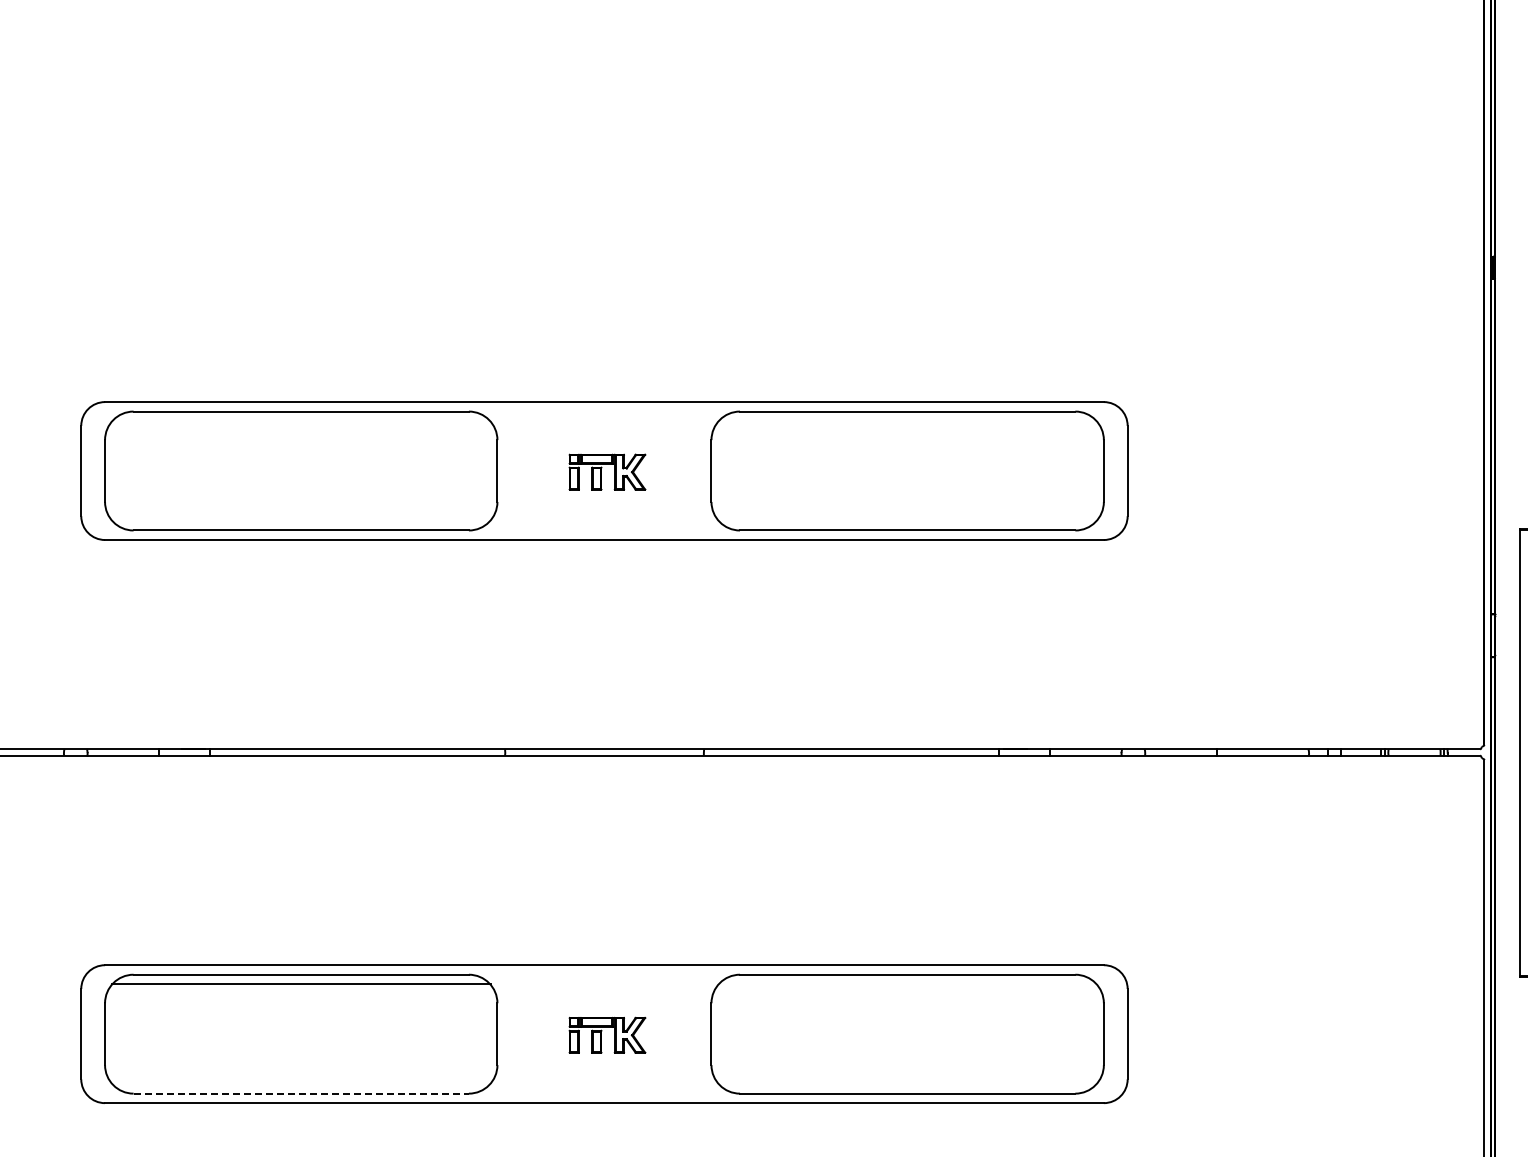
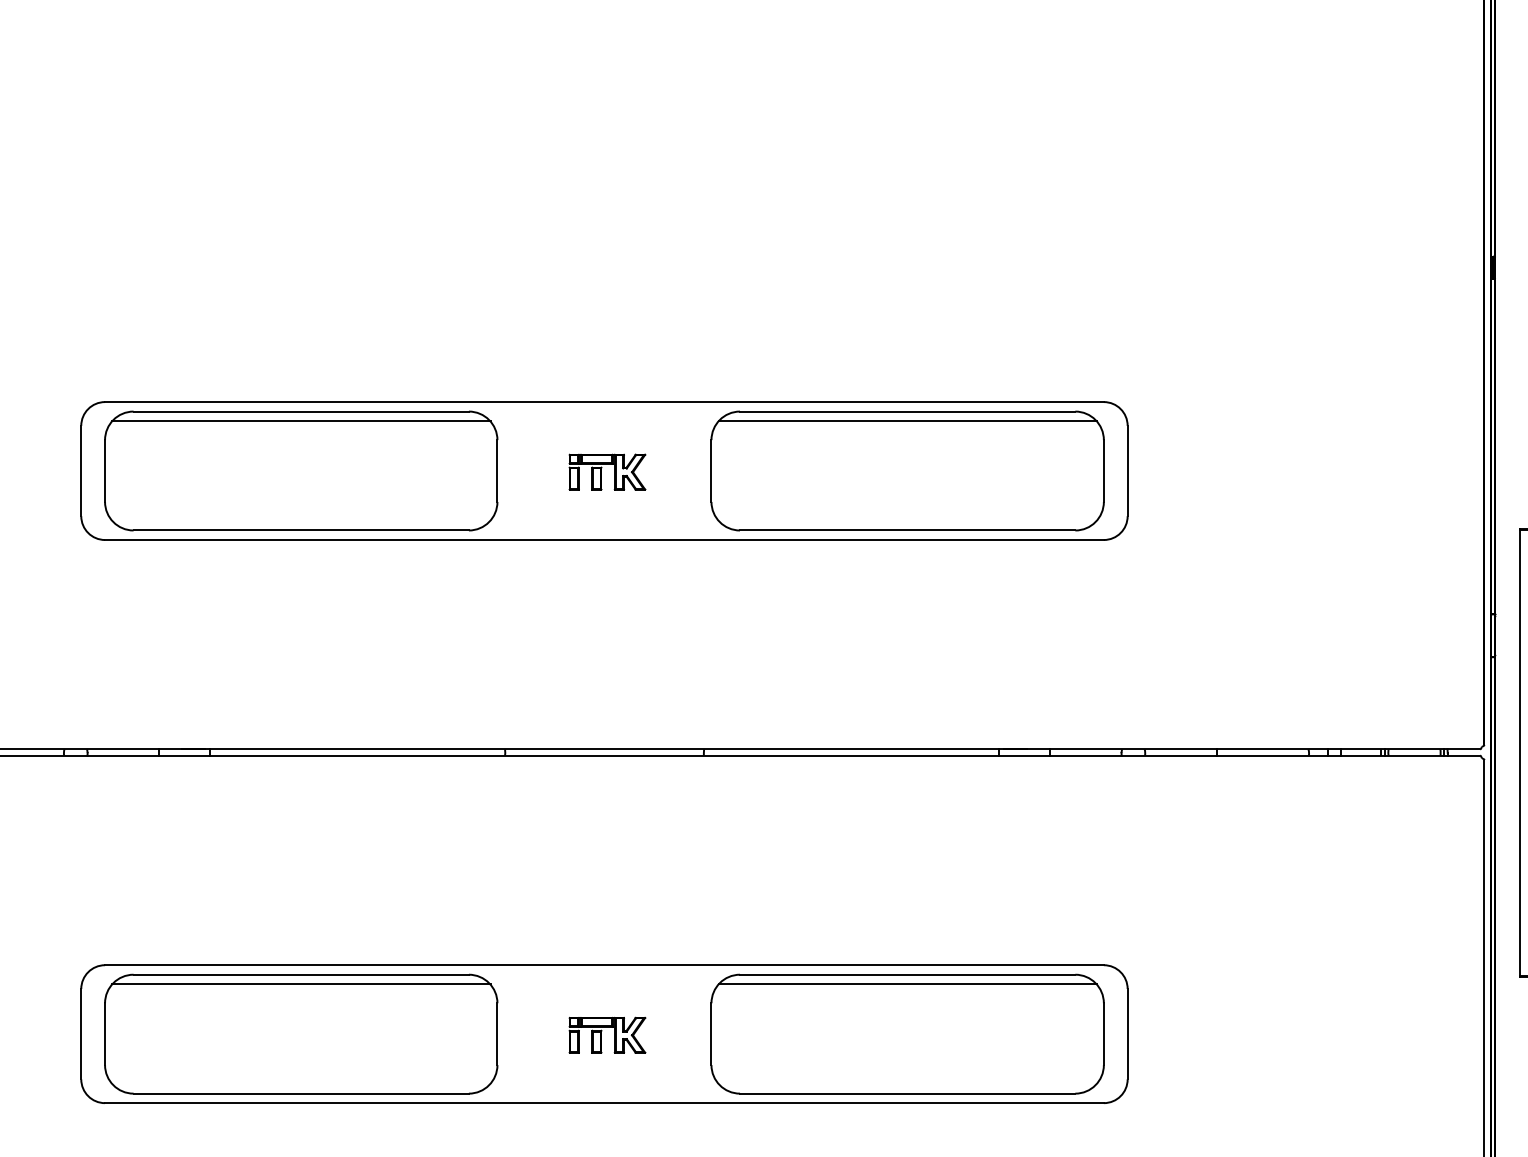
line at (301, 421): none -> present
line at (907, 421): none -> present
line at (907, 984): none -> present
line at (301, 1093): dashed -> solid
